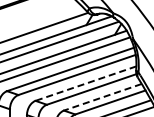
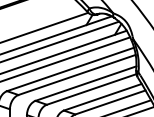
line at (85, 83): dashed -> solid
line at (102, 97): dashed -> solid
